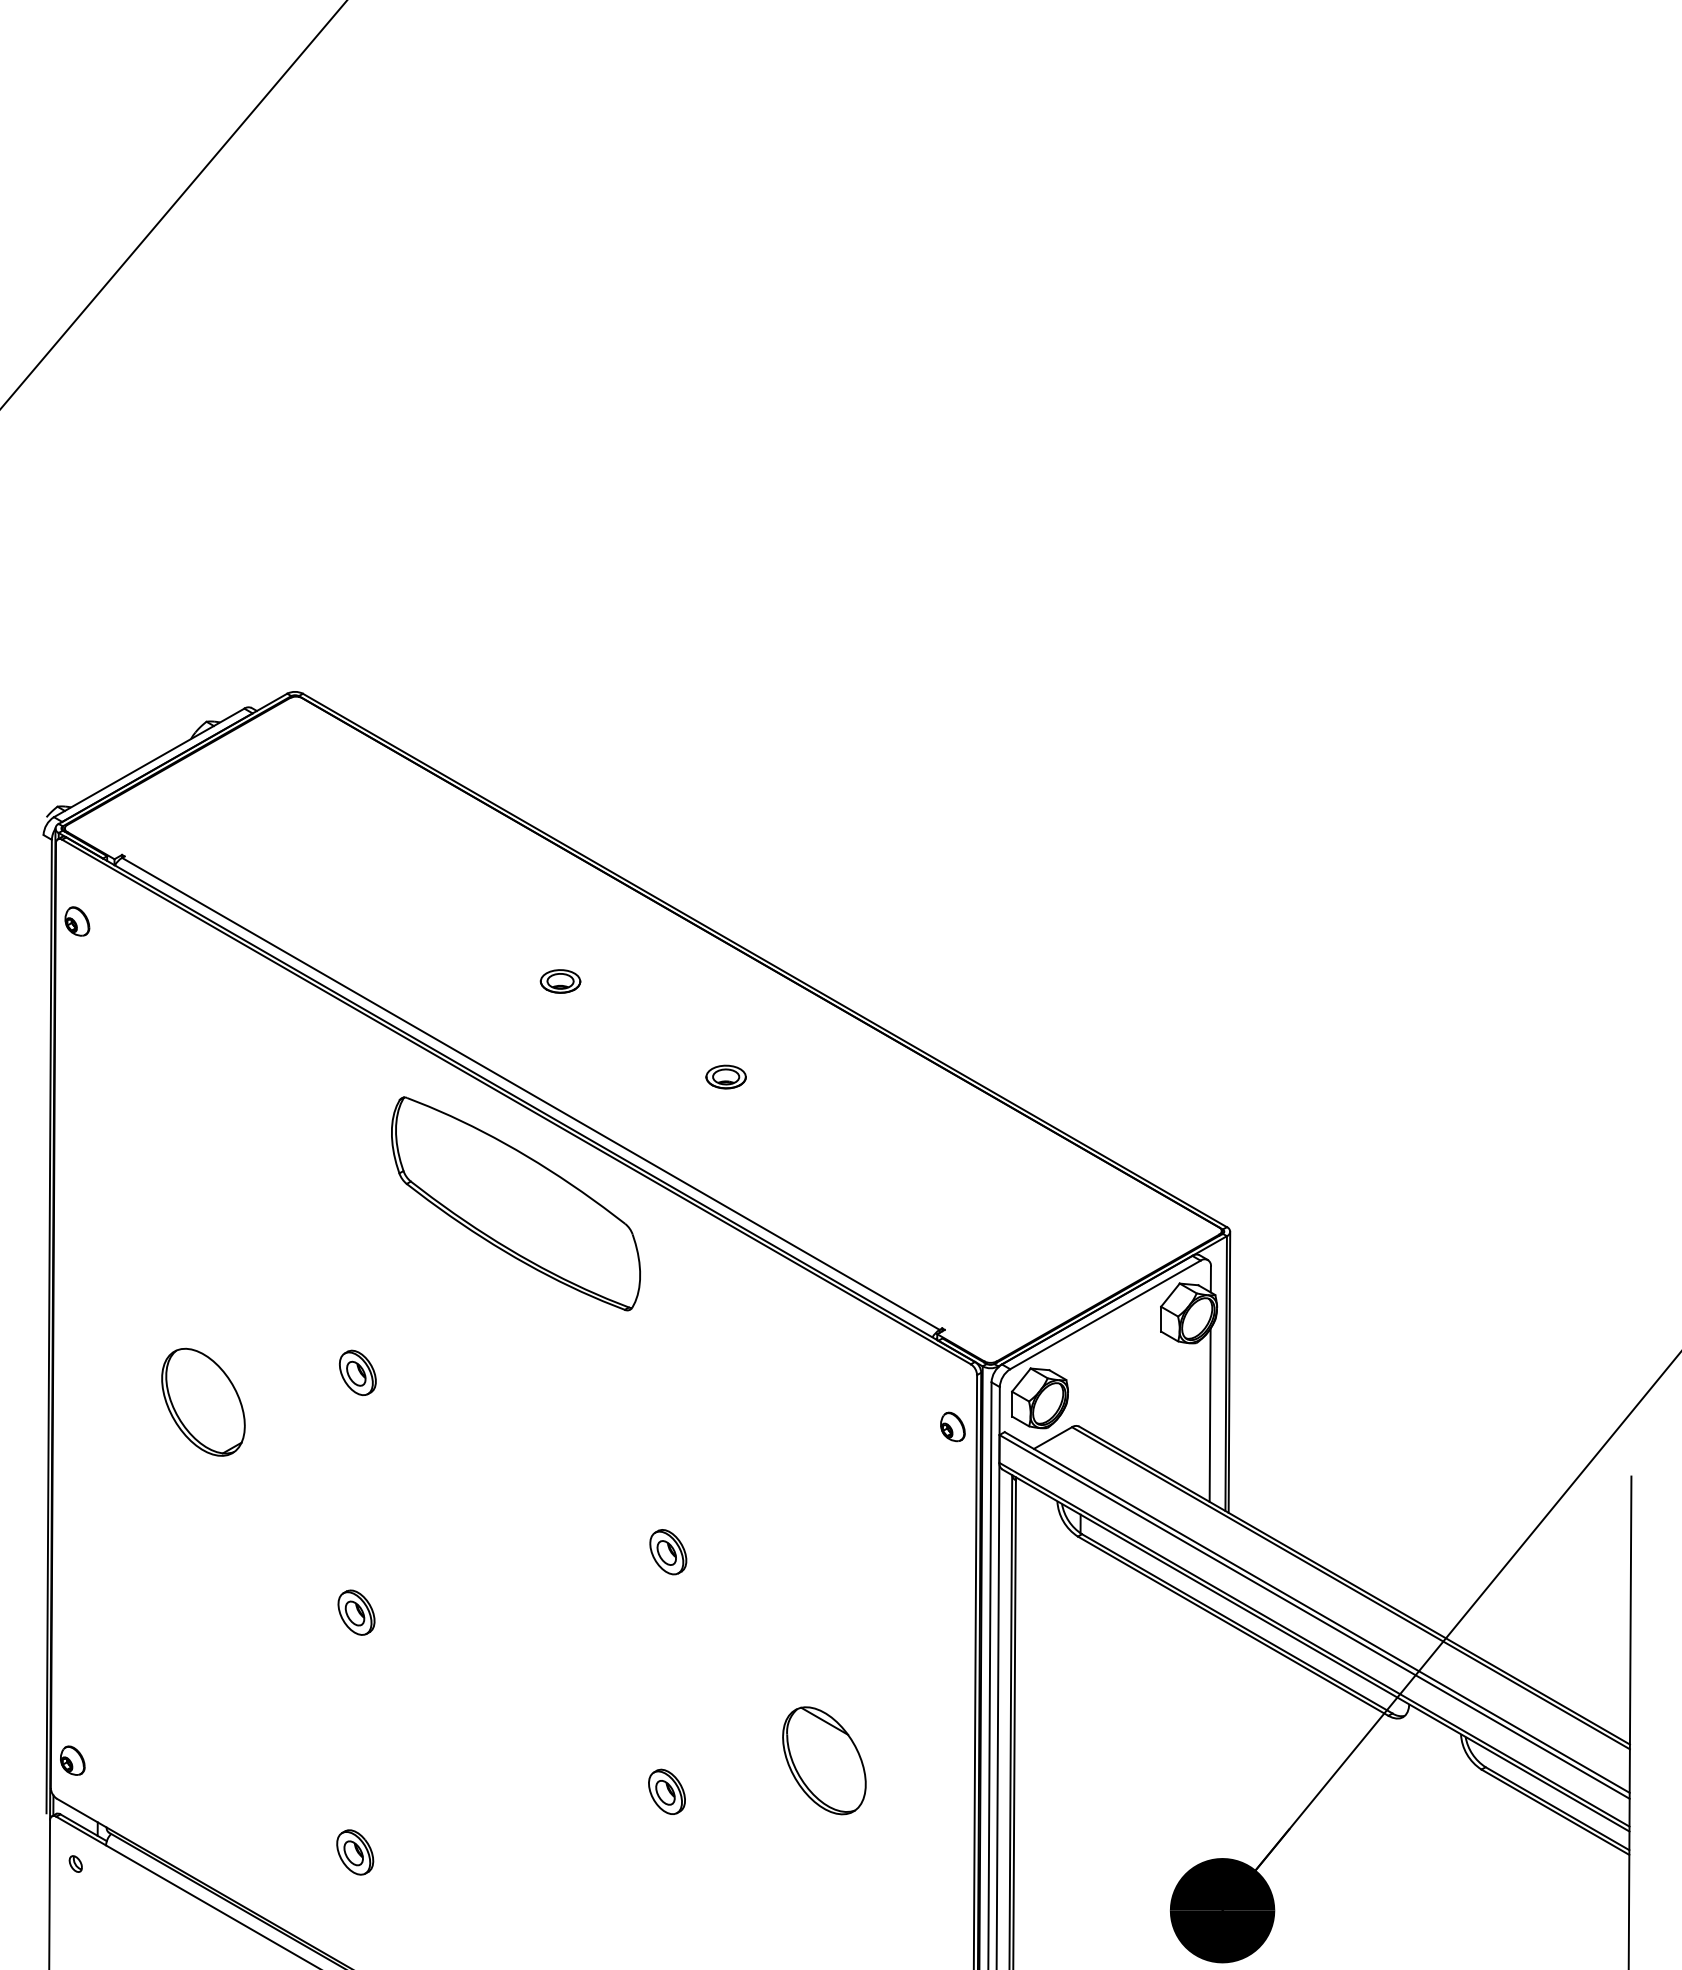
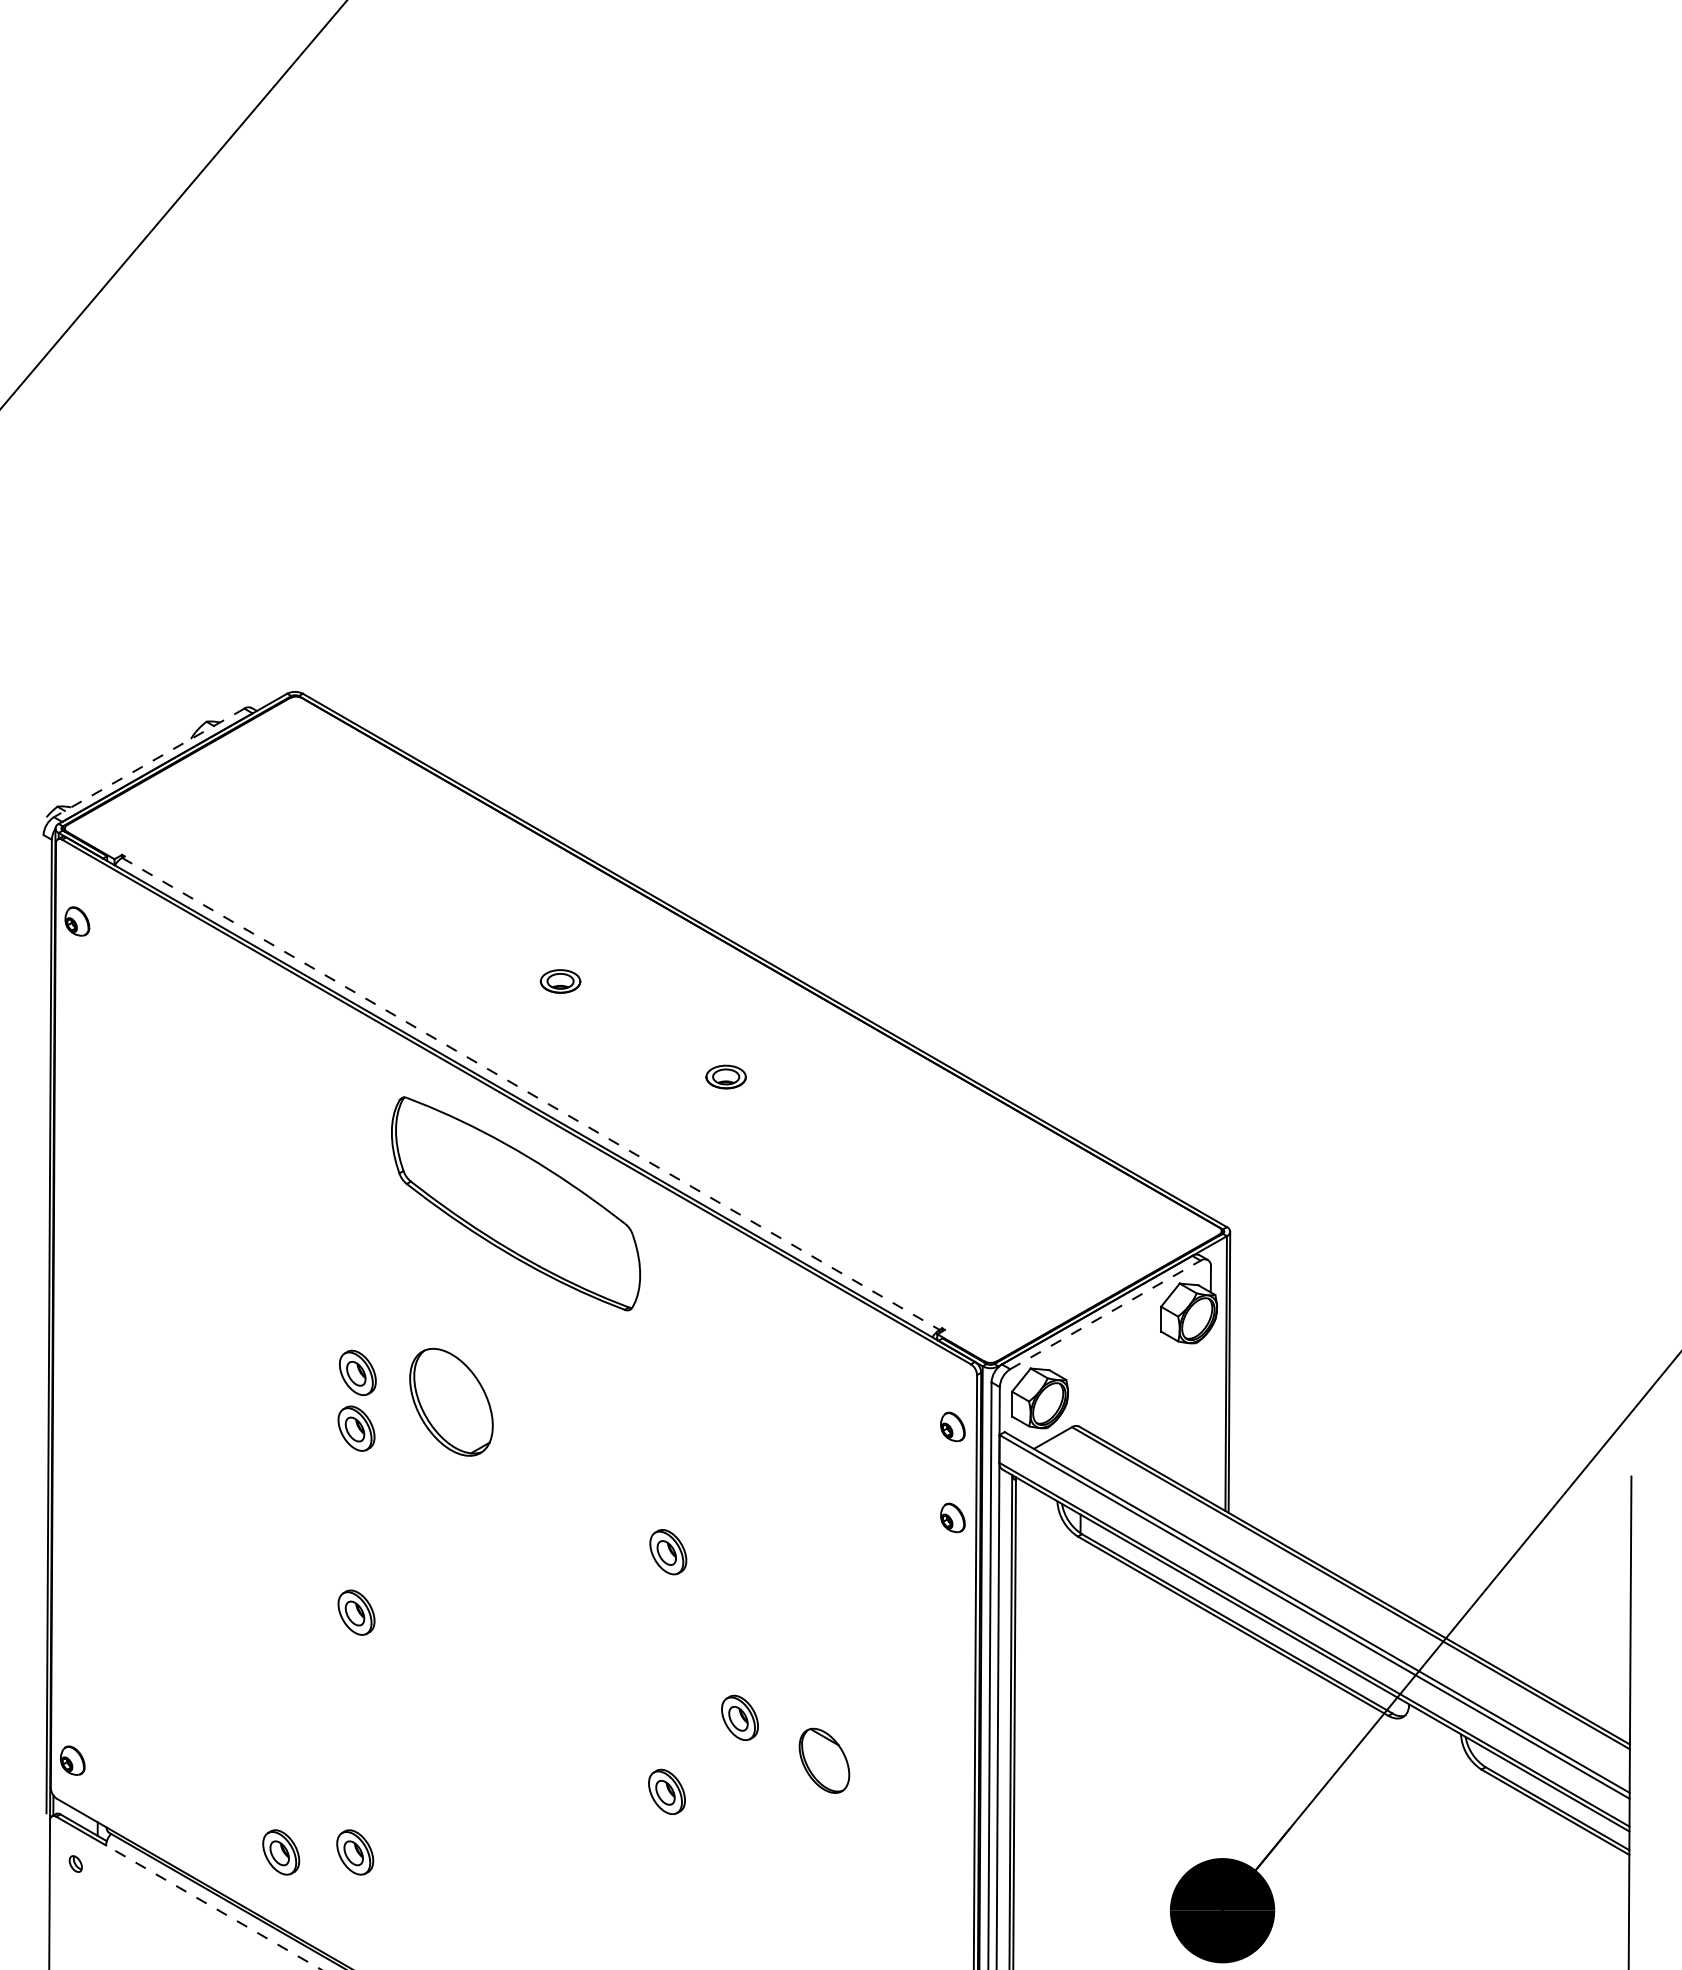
line at (149, 762): solid -> dashed
line at (531, 1094): solid -> dashed
line at (1105, 1314): solid -> dashed
part at (203, 1401) position: (203, 1401) -> (451, 1401)
line at (1209, 1414): present -> none
part at (356, 1428): none -> present
part at (952, 1517): none -> present
part at (739, 1717): none -> present
part at (824, 1760) size: 85x110 px -> 53x67 px
part at (281, 1852): none -> present
line at (213, 1907): solid -> dashed
